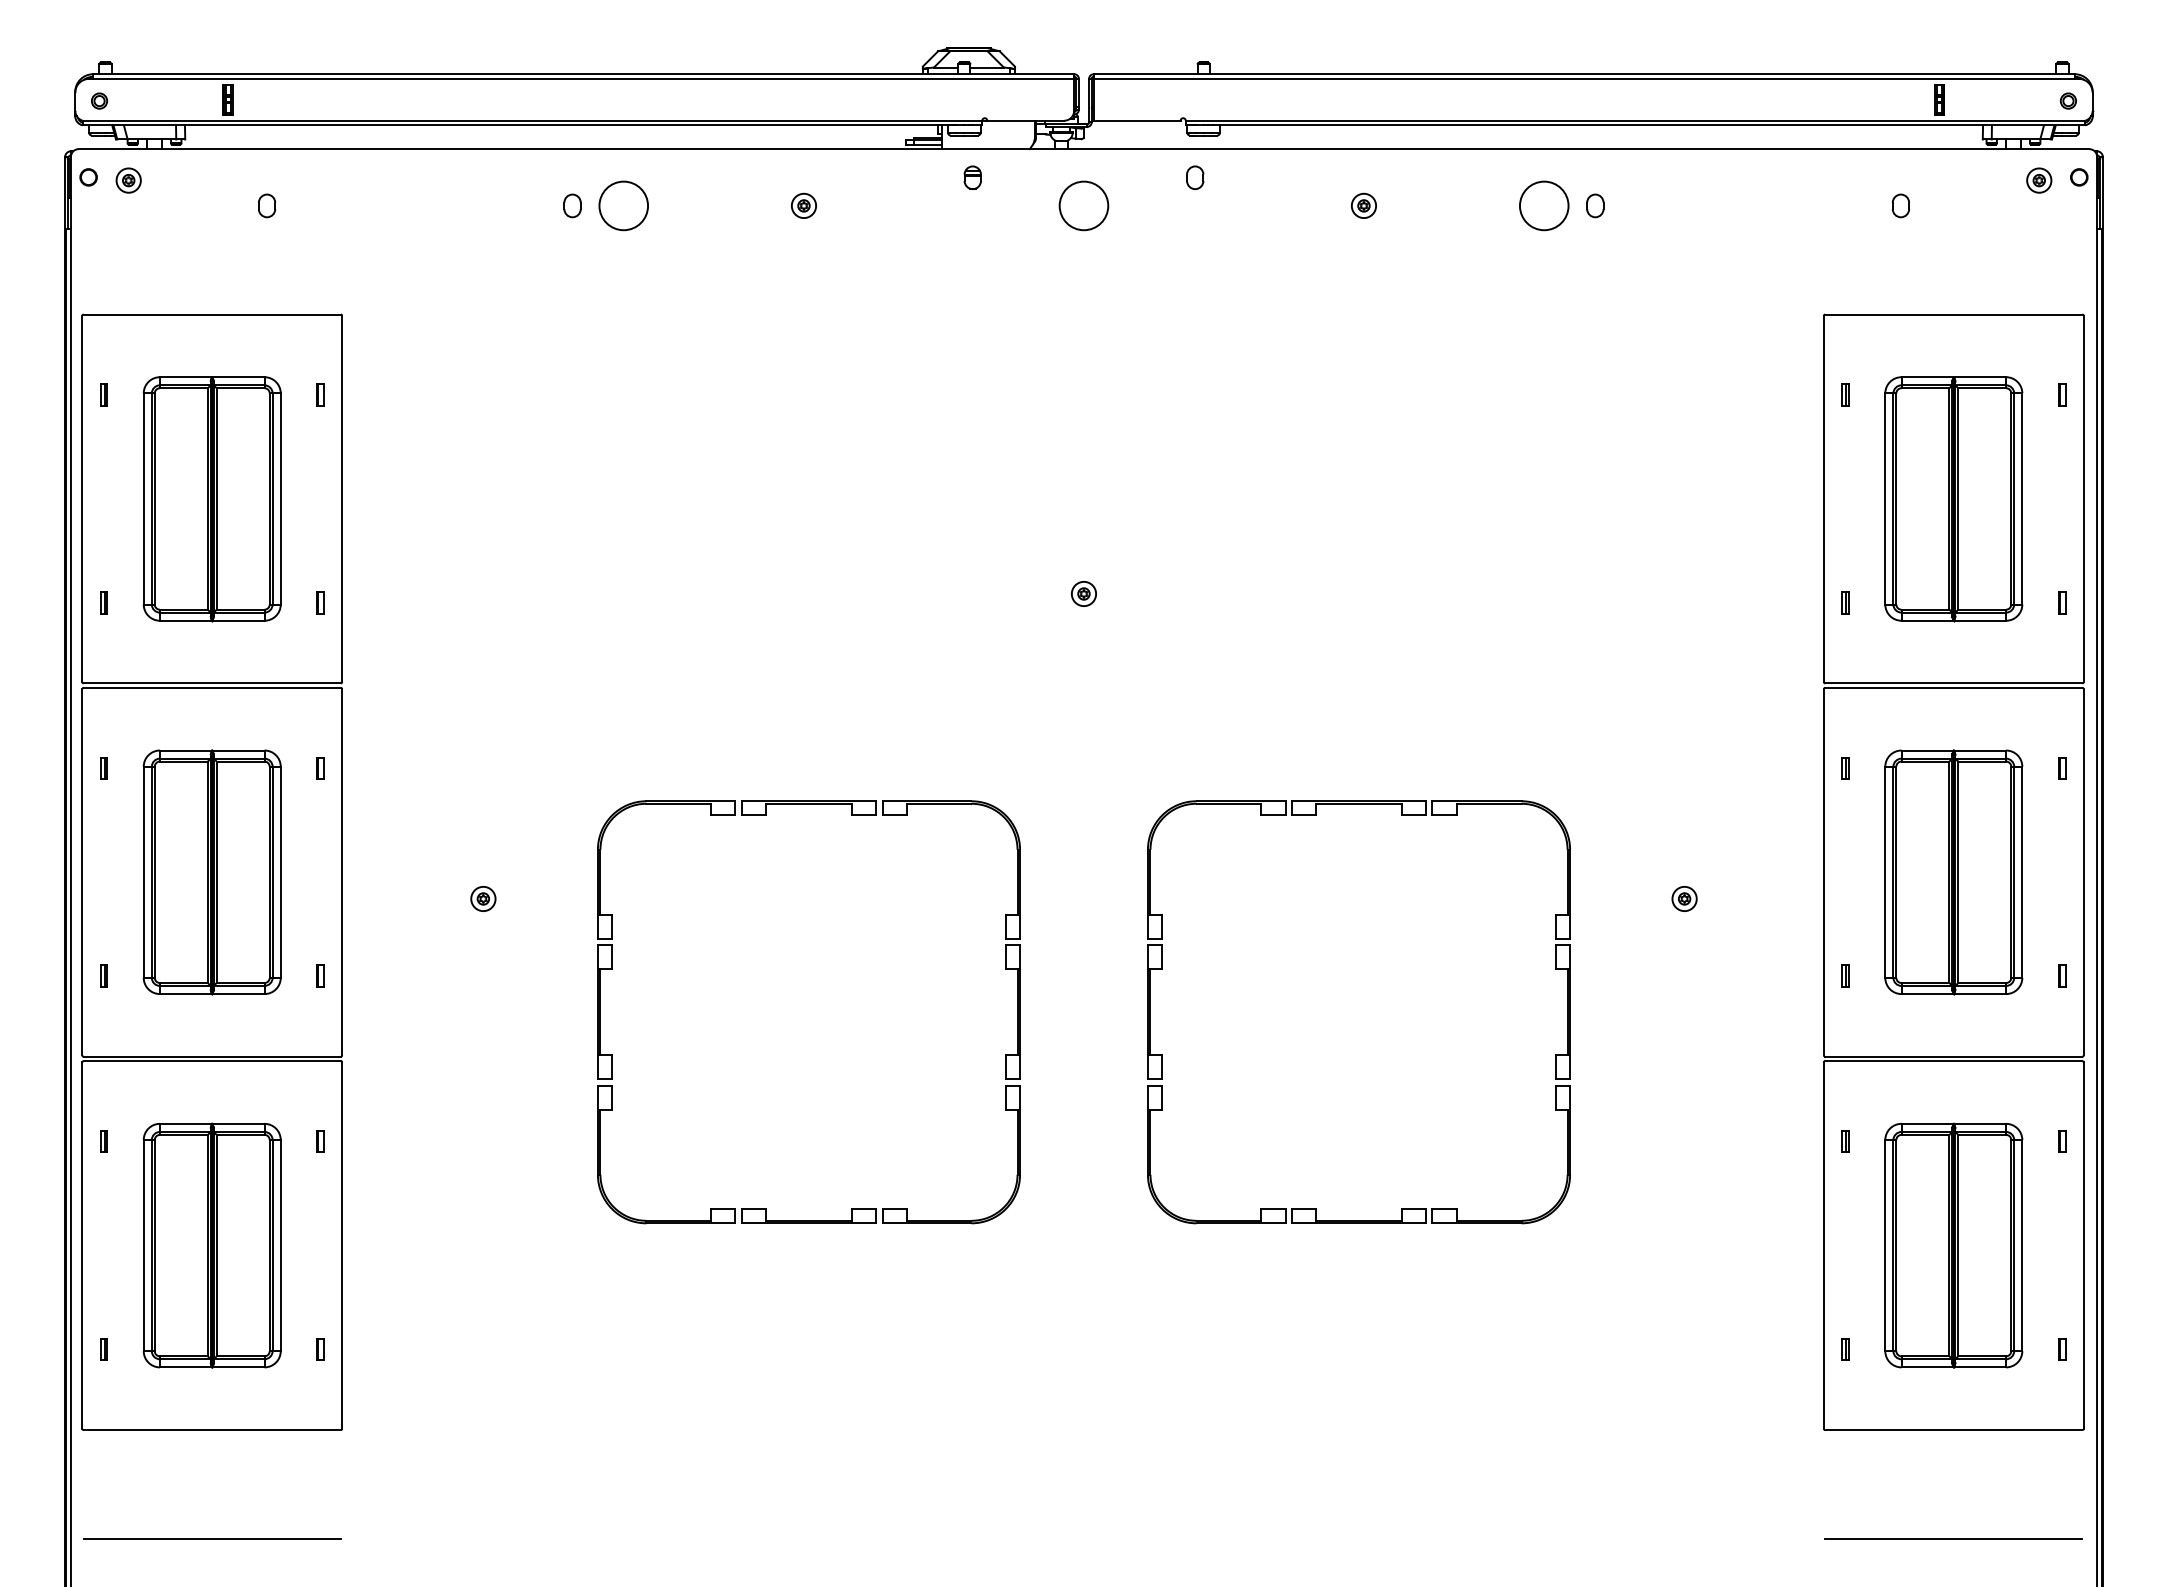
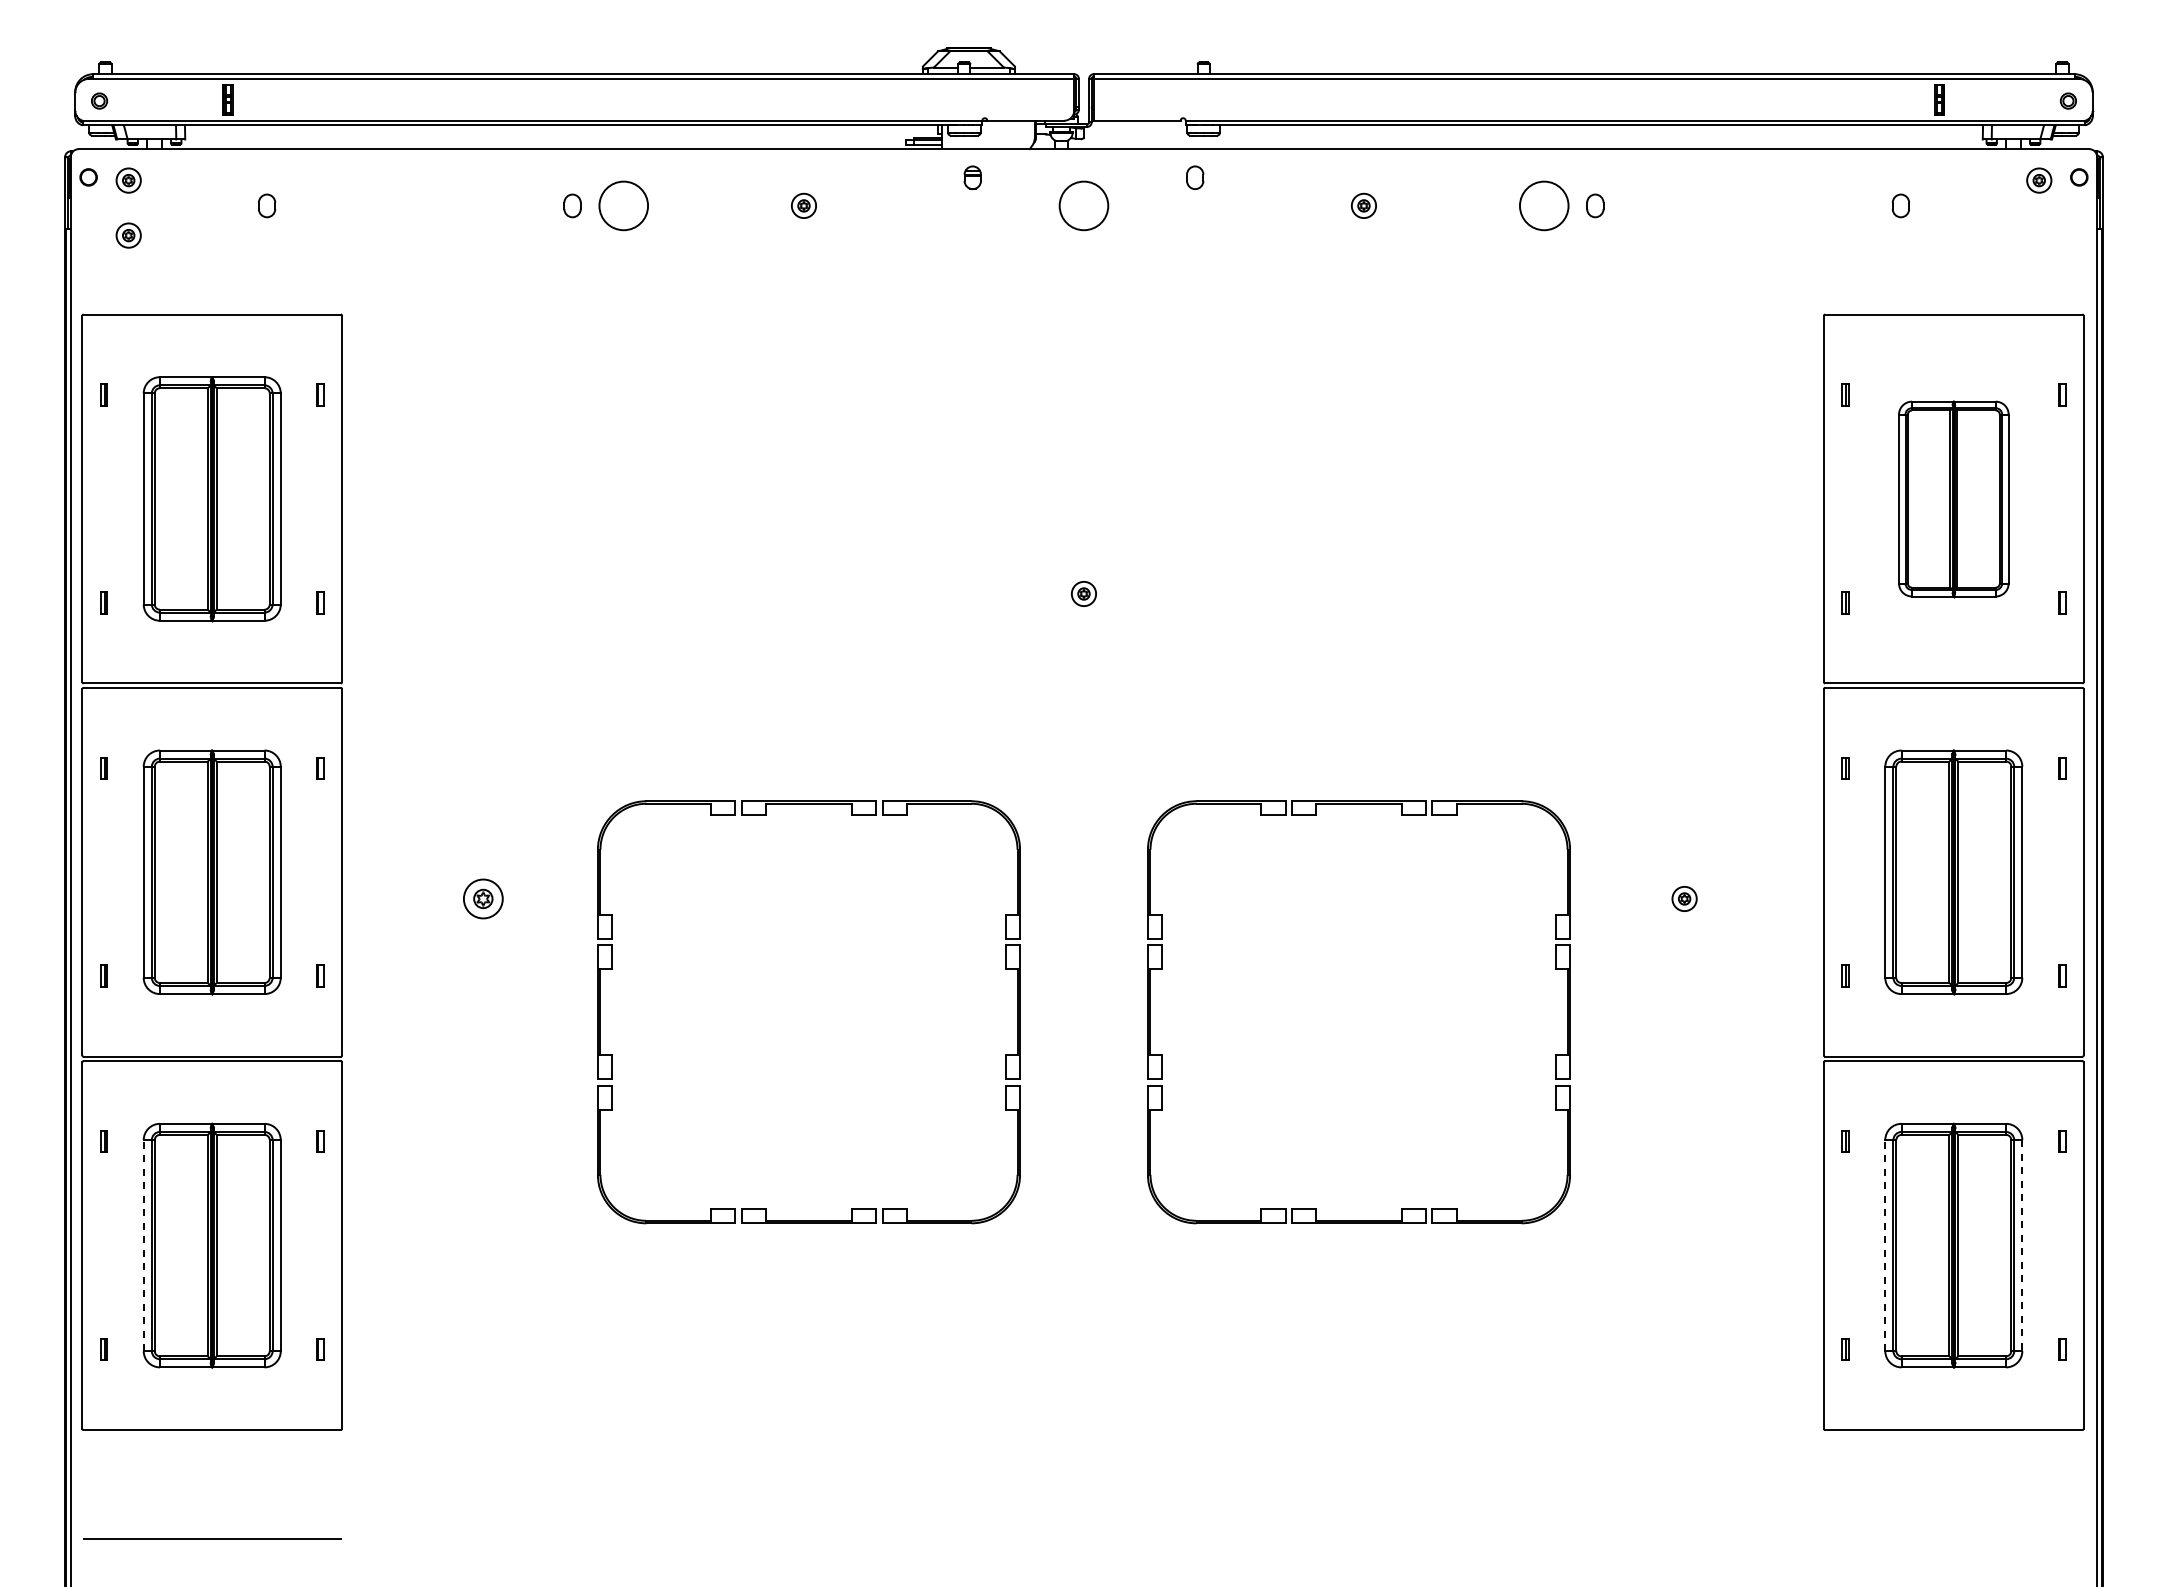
part at (128, 235): none -> present
part at (1953, 499) size: 140x247 px -> 112x199 px
part at (483, 898) size: 27x26 px -> 41x42 px
line at (143, 1245): solid -> dashed
line at (1885, 1245): solid -> dashed
line at (2022, 1245): solid -> dashed
line at (1953, 1539): present -> none
